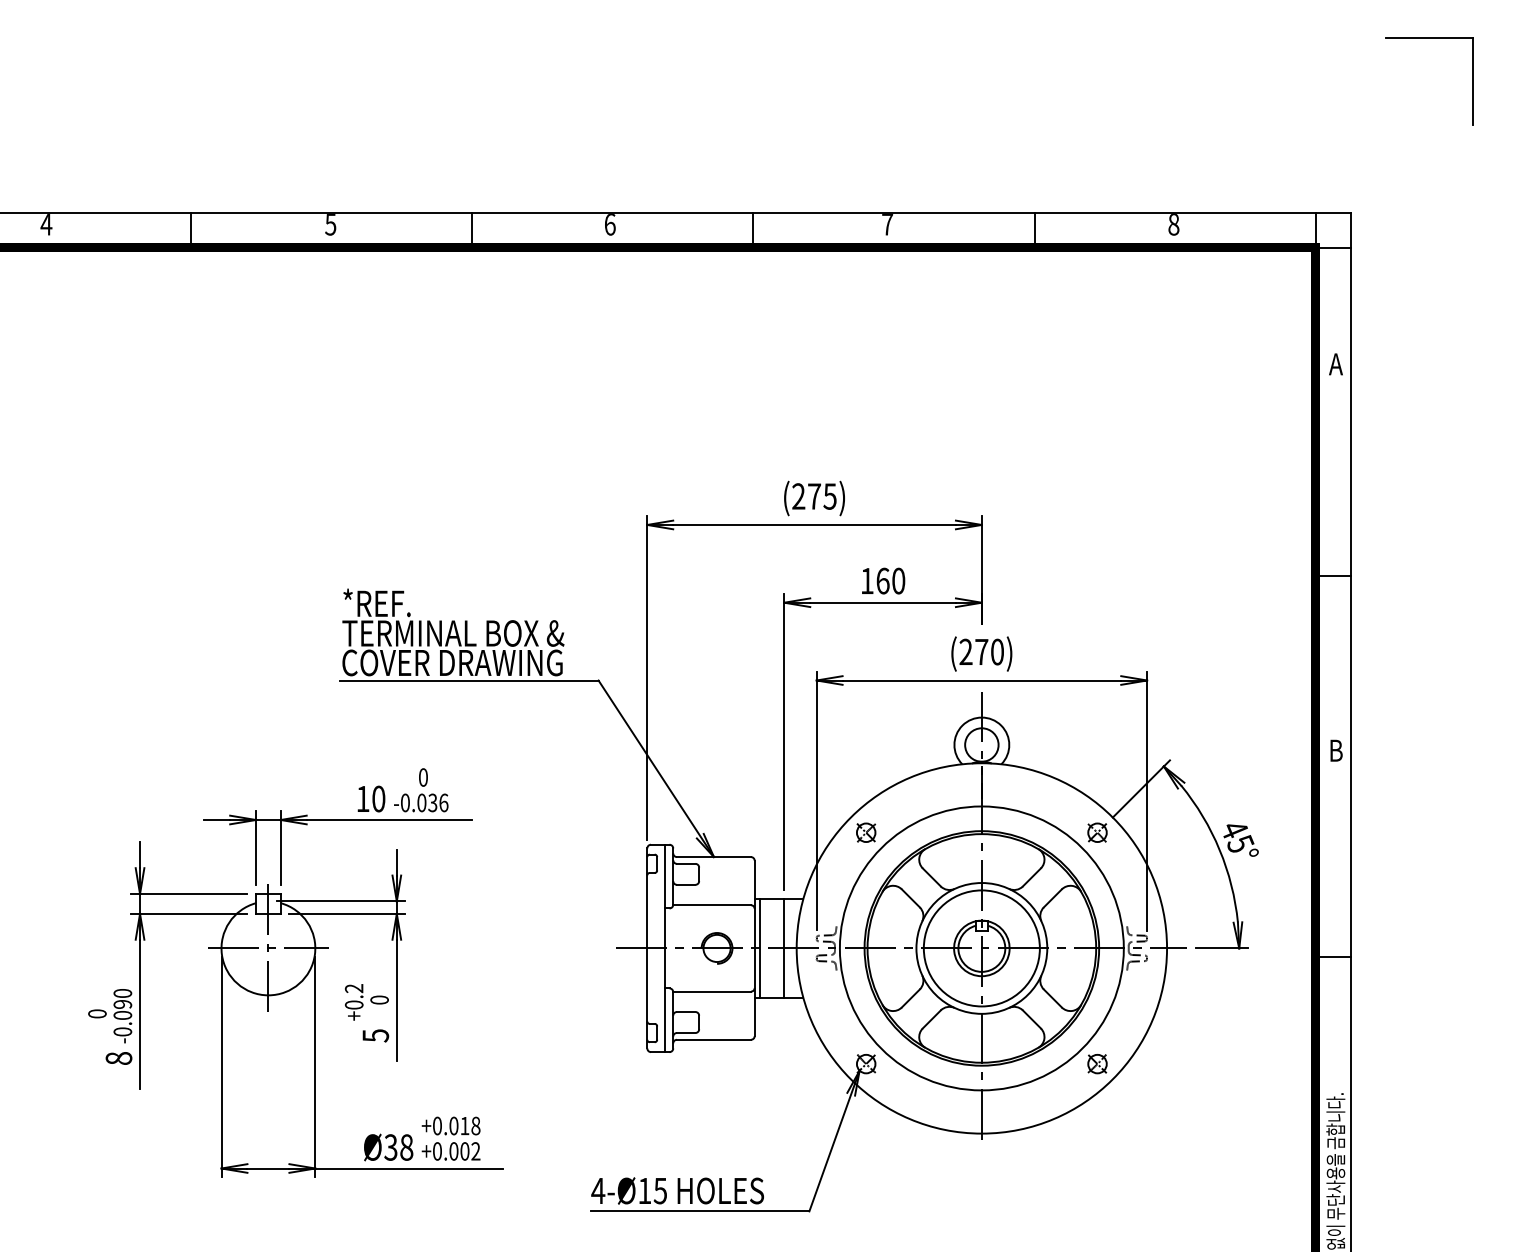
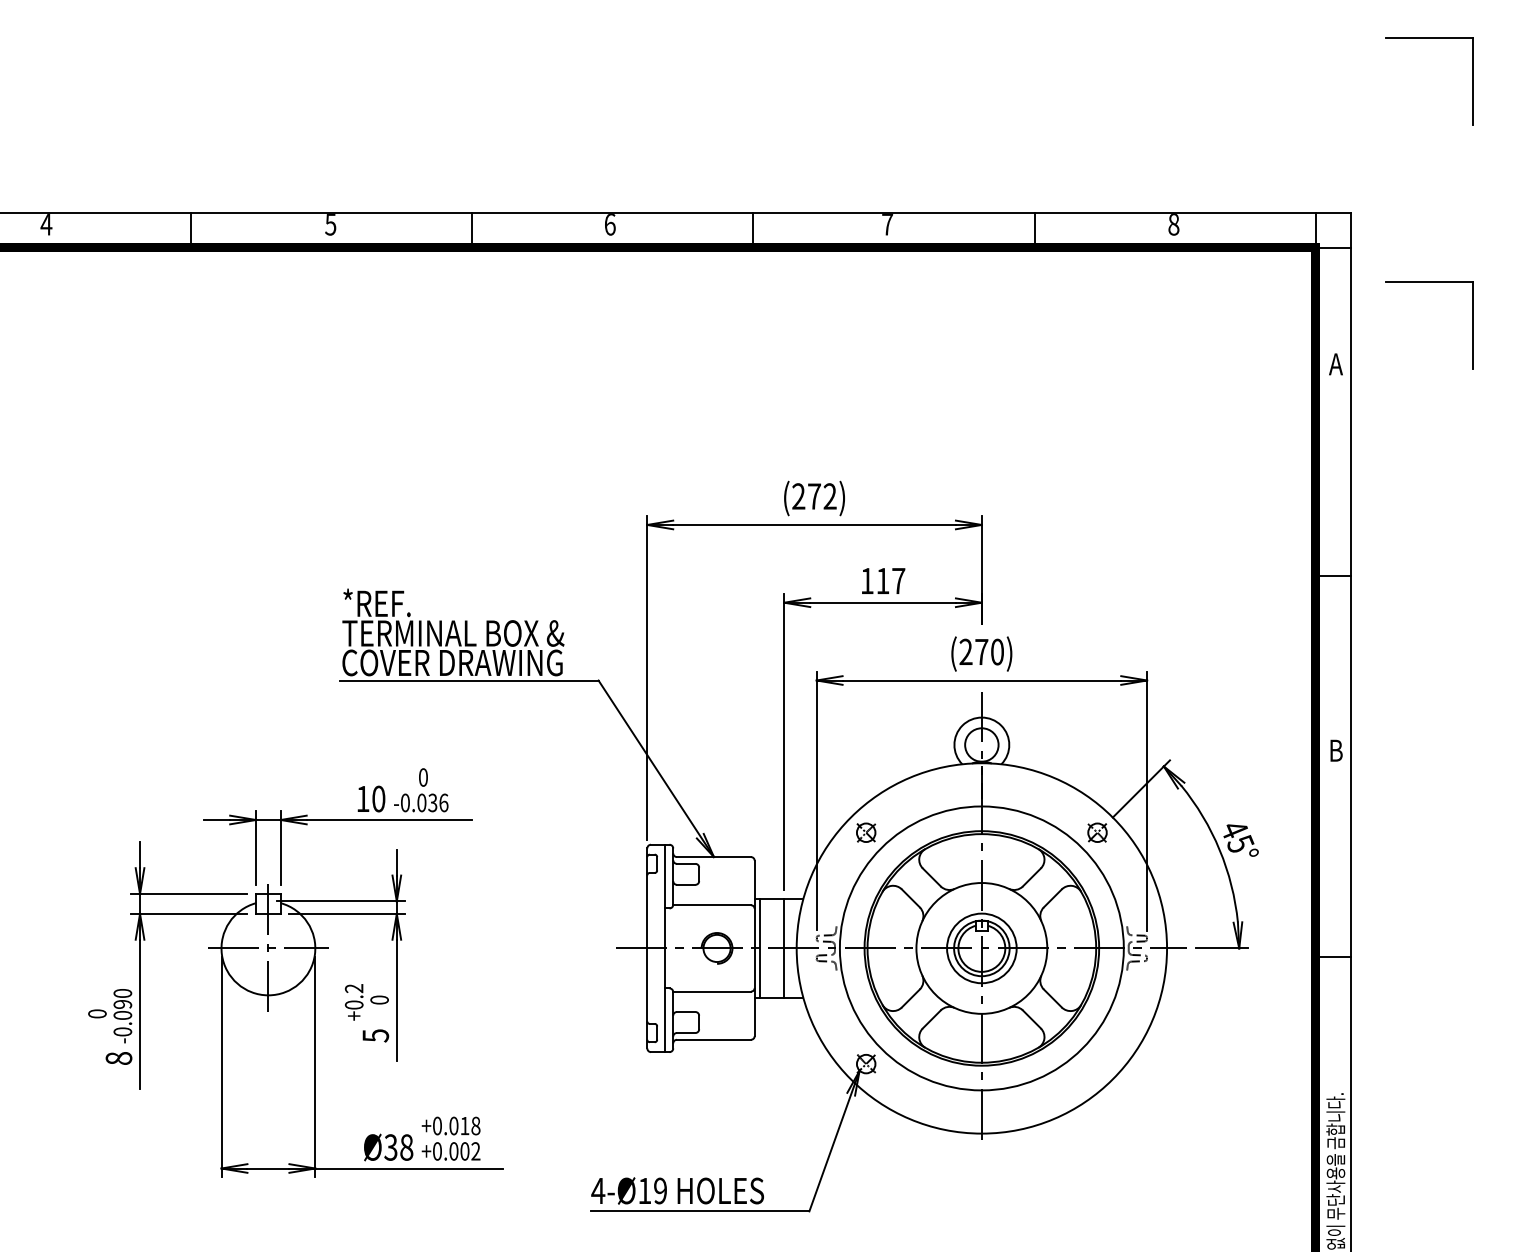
part at (1429, 282): none -> present
text at (829, 496): (275) -> (272)
text at (890, 580): 160 -> 117
circle at (981, 948) diameter: 116 px -> 70 px
part at (1097, 1064): present -> none
text at (659, 1190): 4-Ø15 -> 4-Ø19
